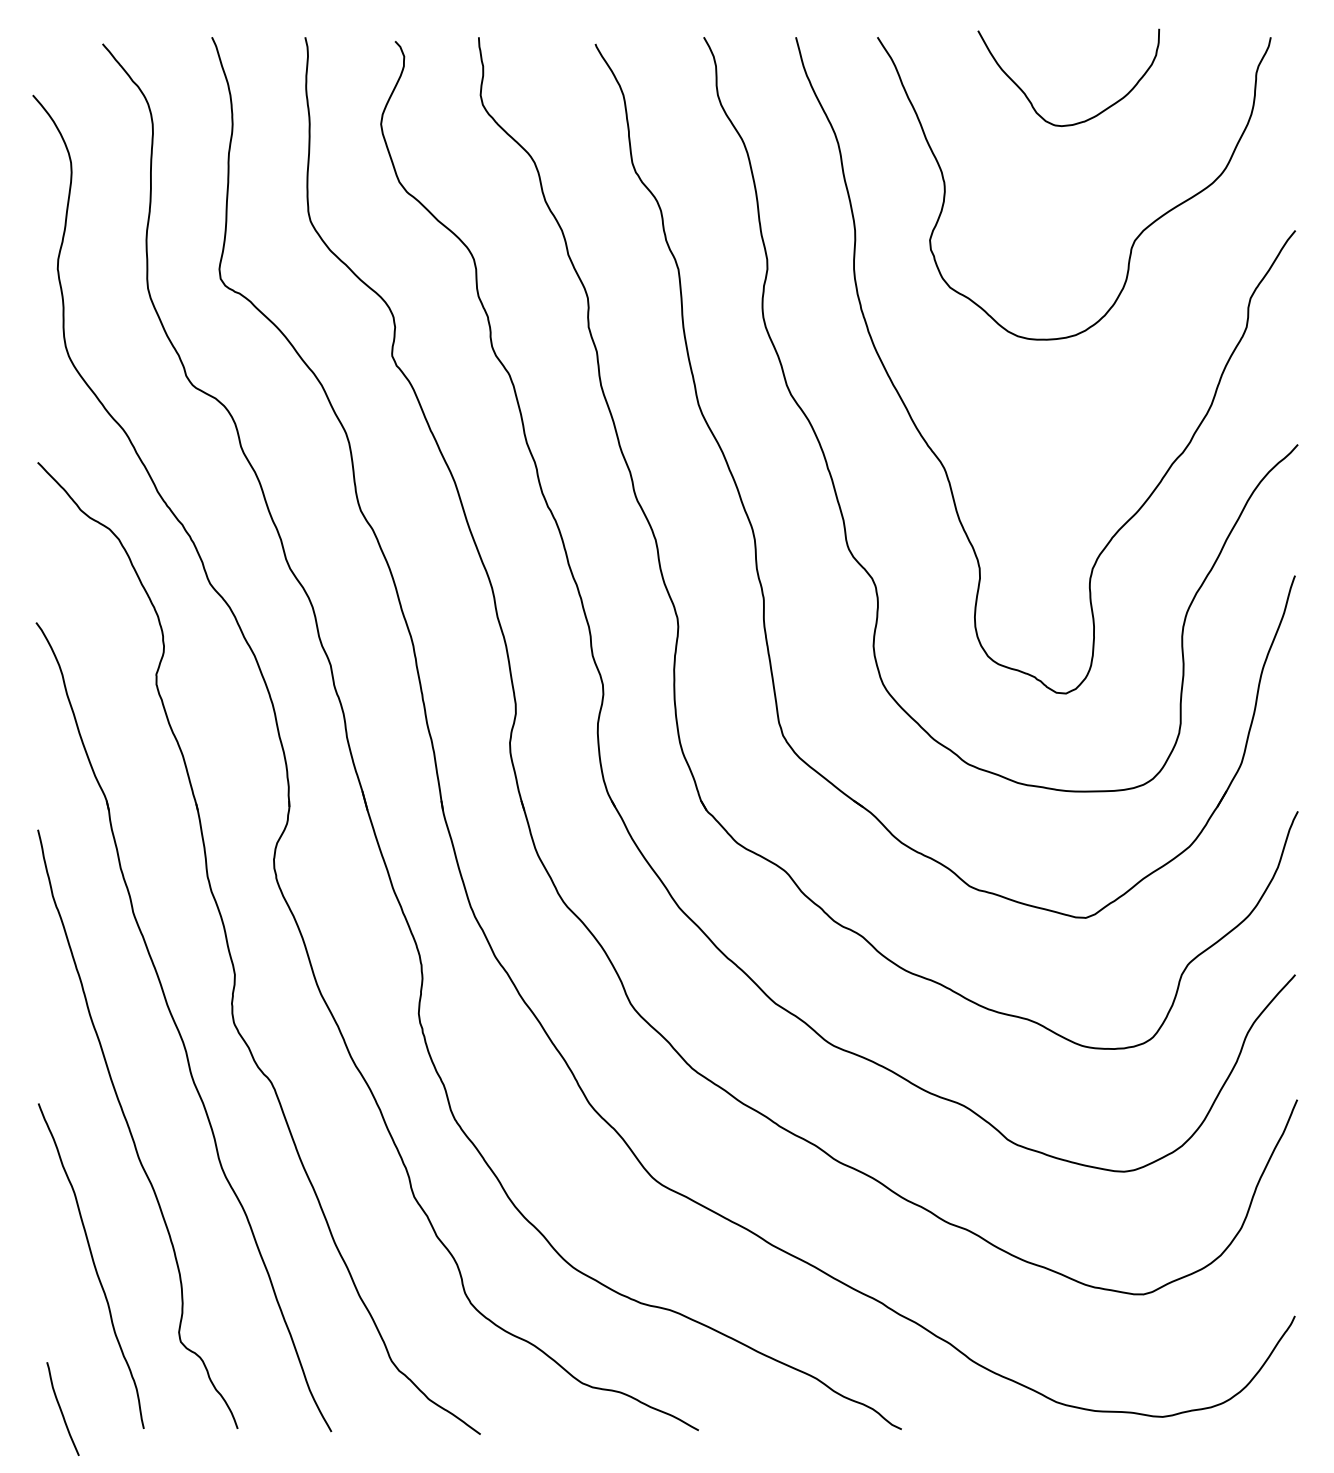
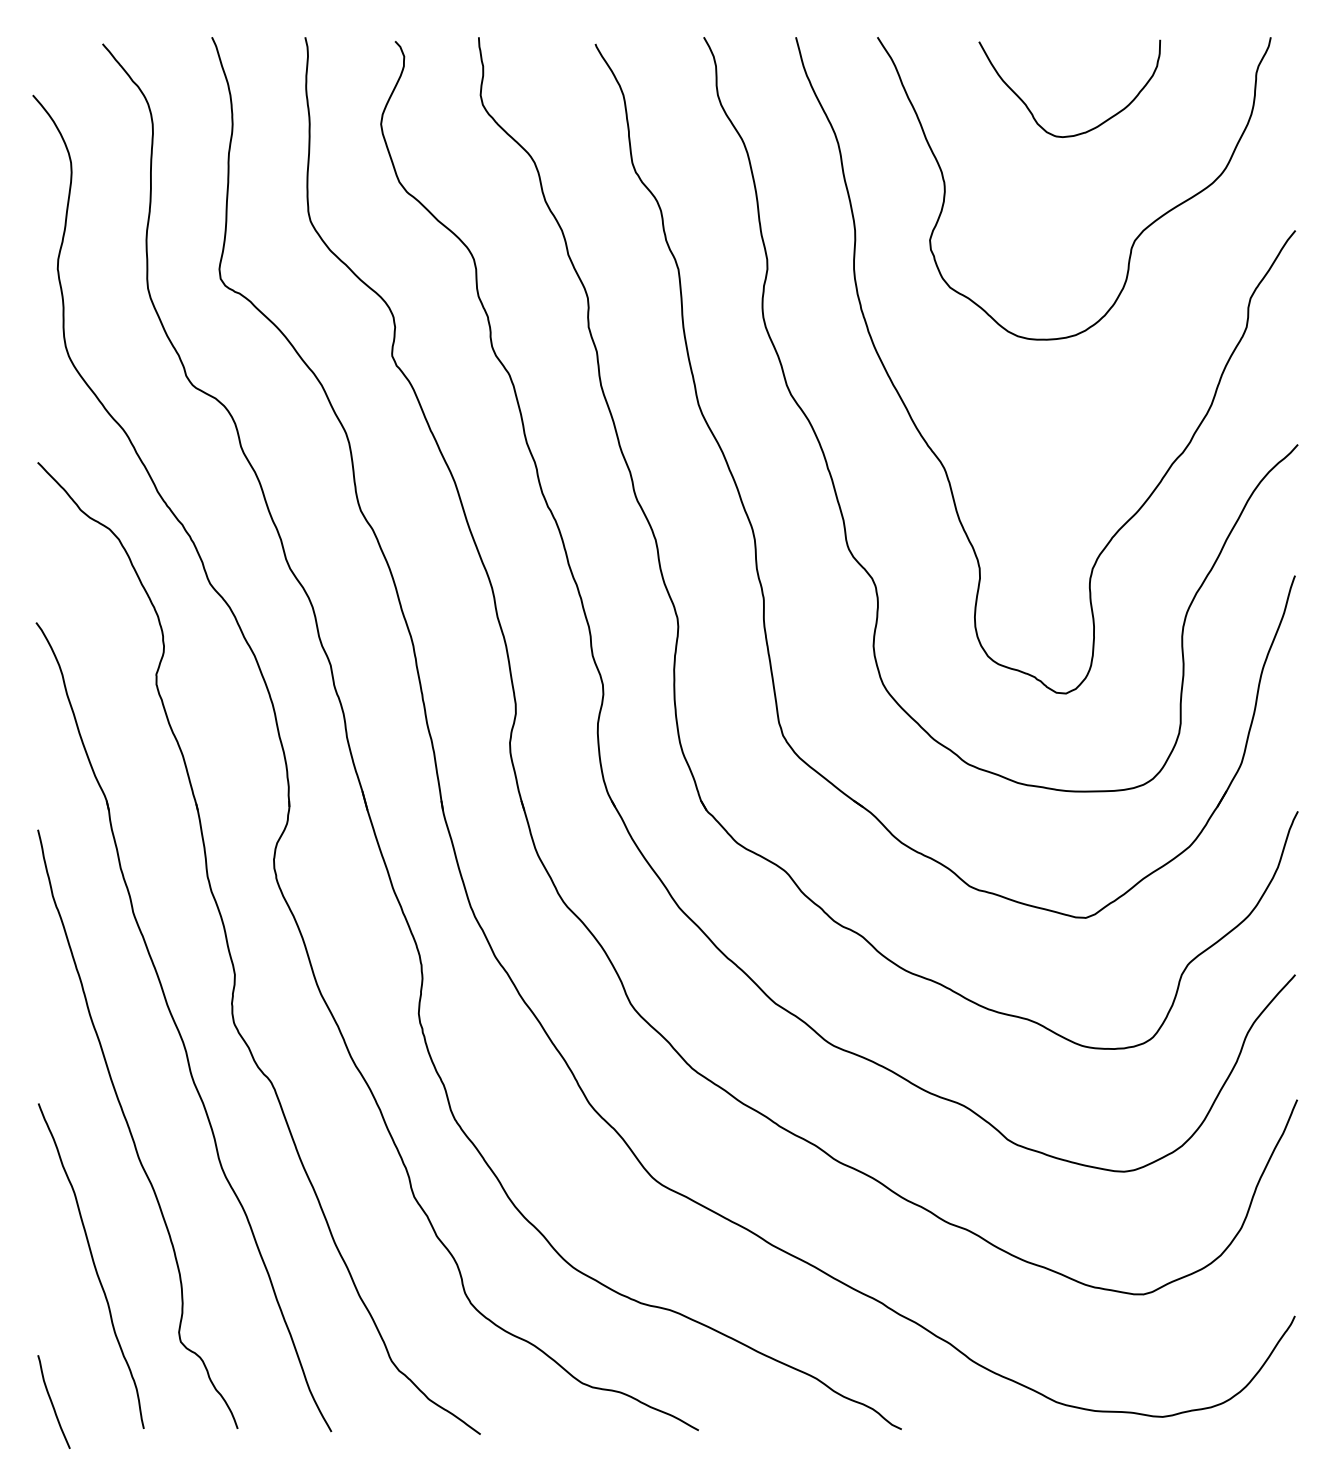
curve at (1032, 103) position: (1032, 103) -> (1033, 114)
curve at (61, 1408) position: (61, 1408) -> (52, 1401)
